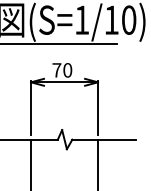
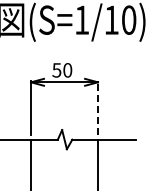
line at (59, 44): present -> none
text at (56, 70): 70 -> 50
line at (97, 107): solid -> dashed
